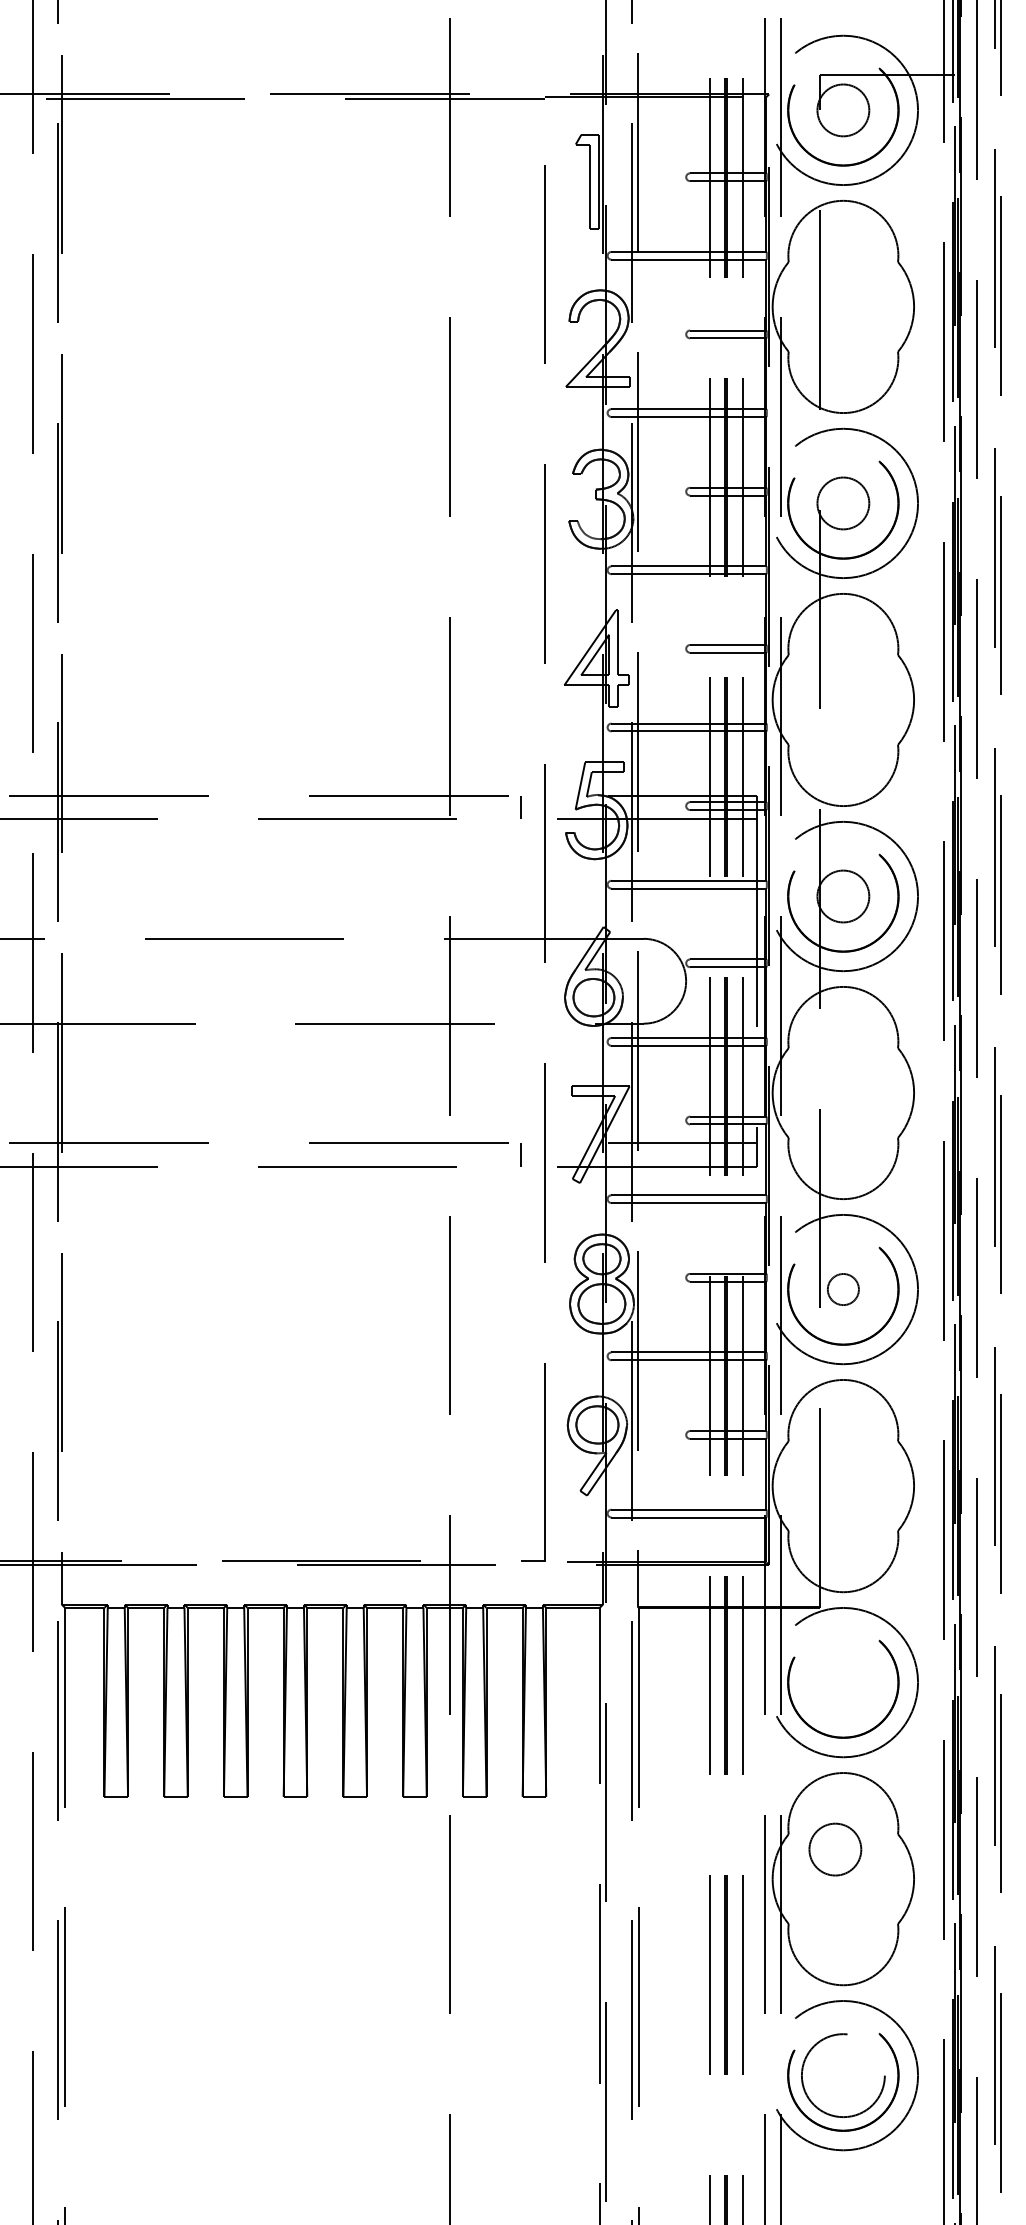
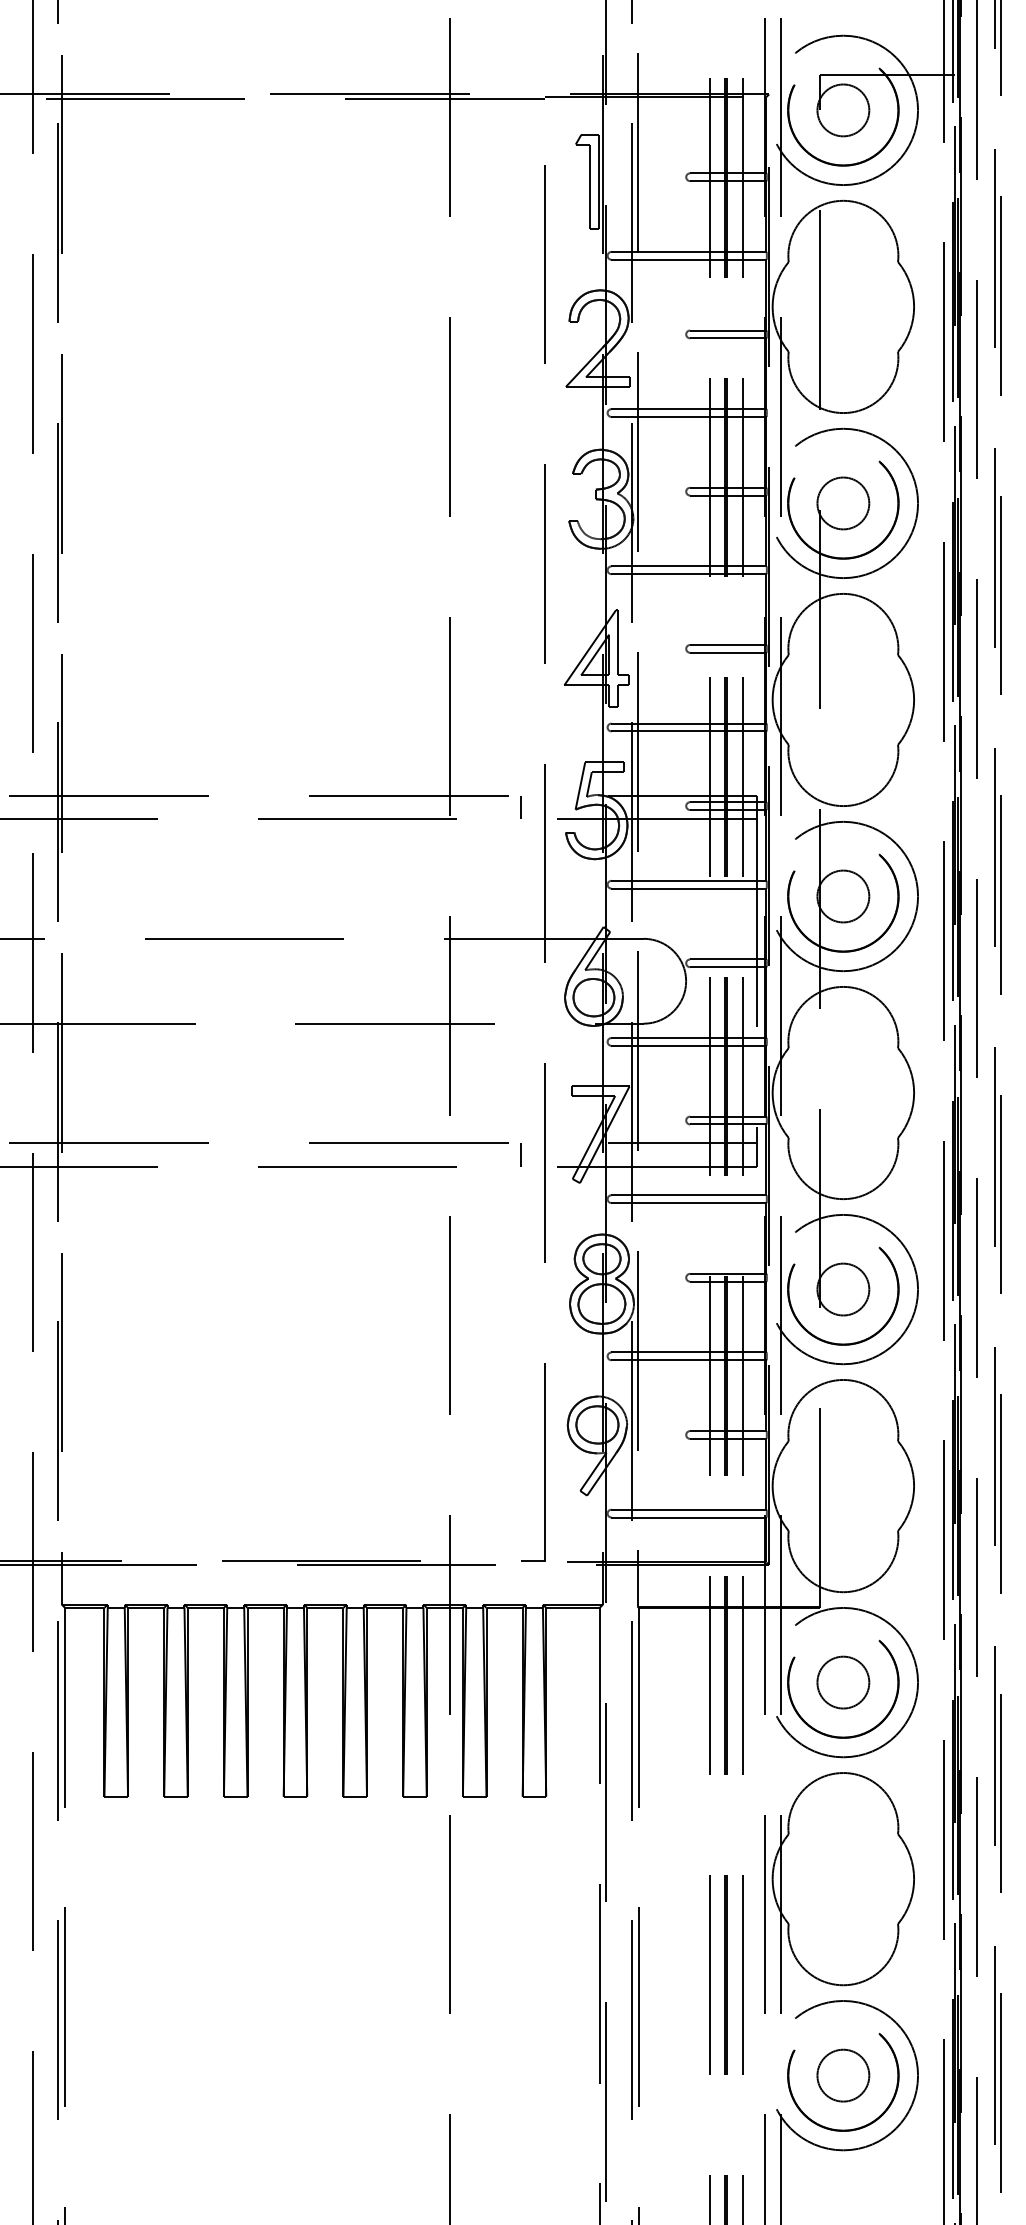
circle at (842, 1289) diameter: 31 px -> 52 px
circle at (835, 1849) position: (835, 1849) -> (843, 1682)
circle at (842, 2075) diameter: 83 px -> 52 px
